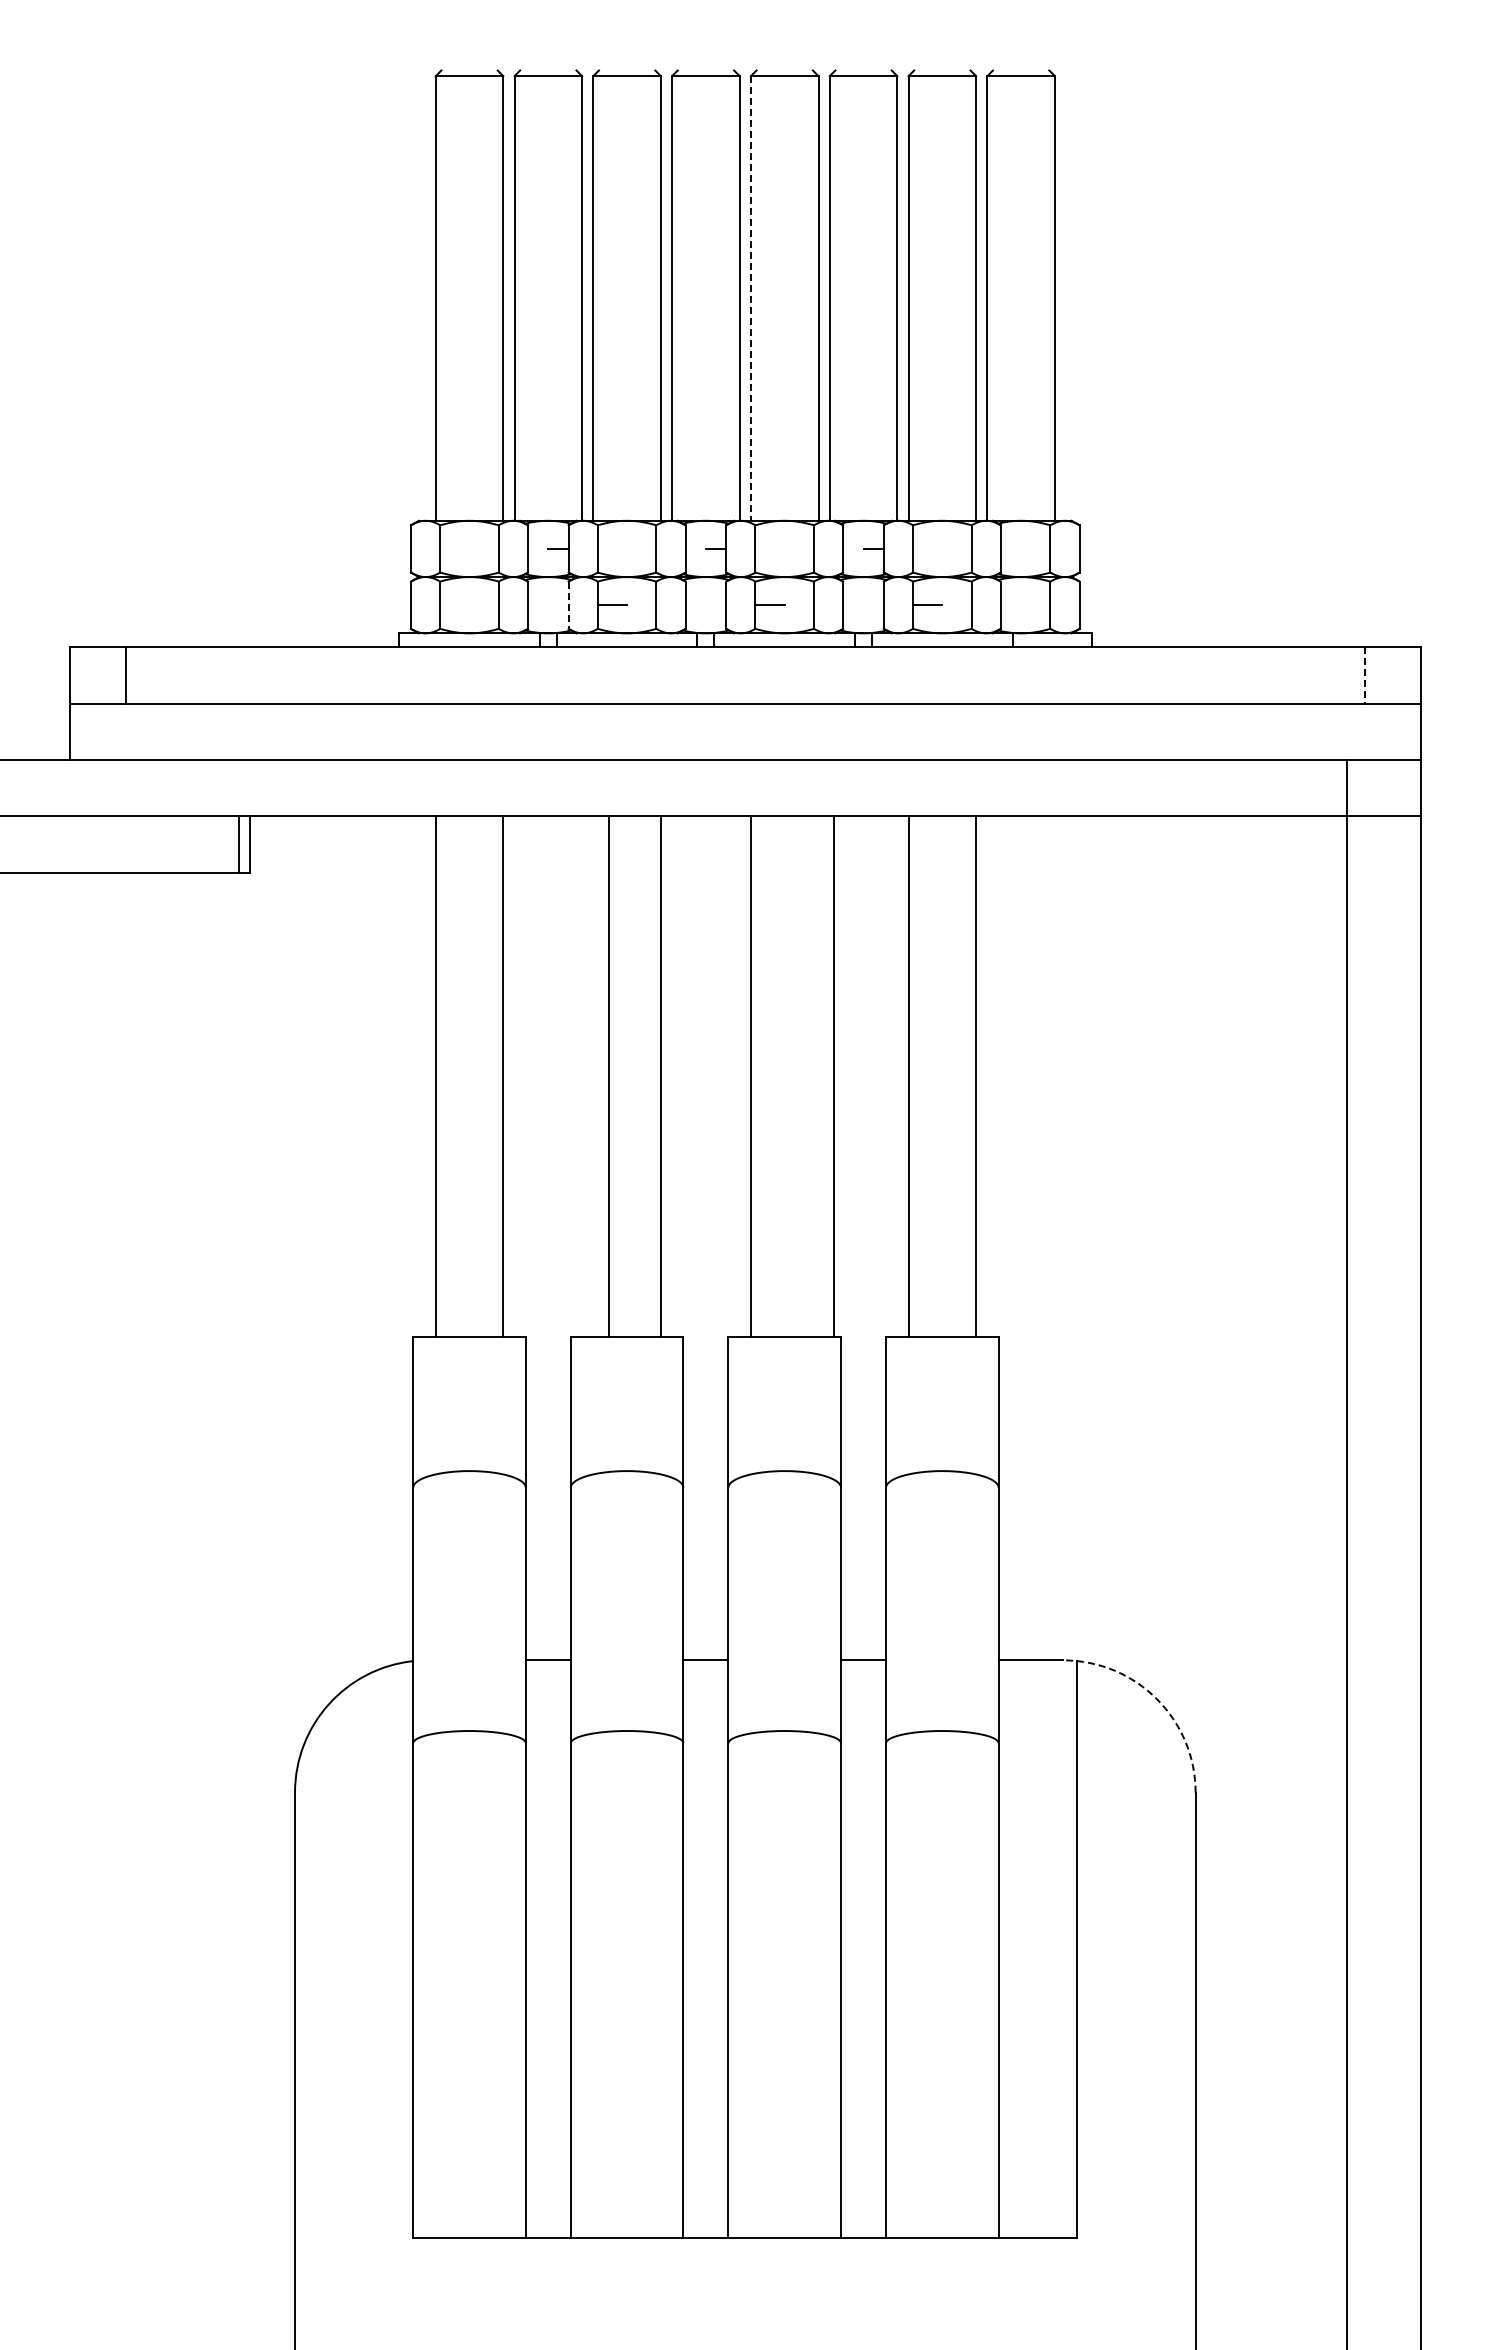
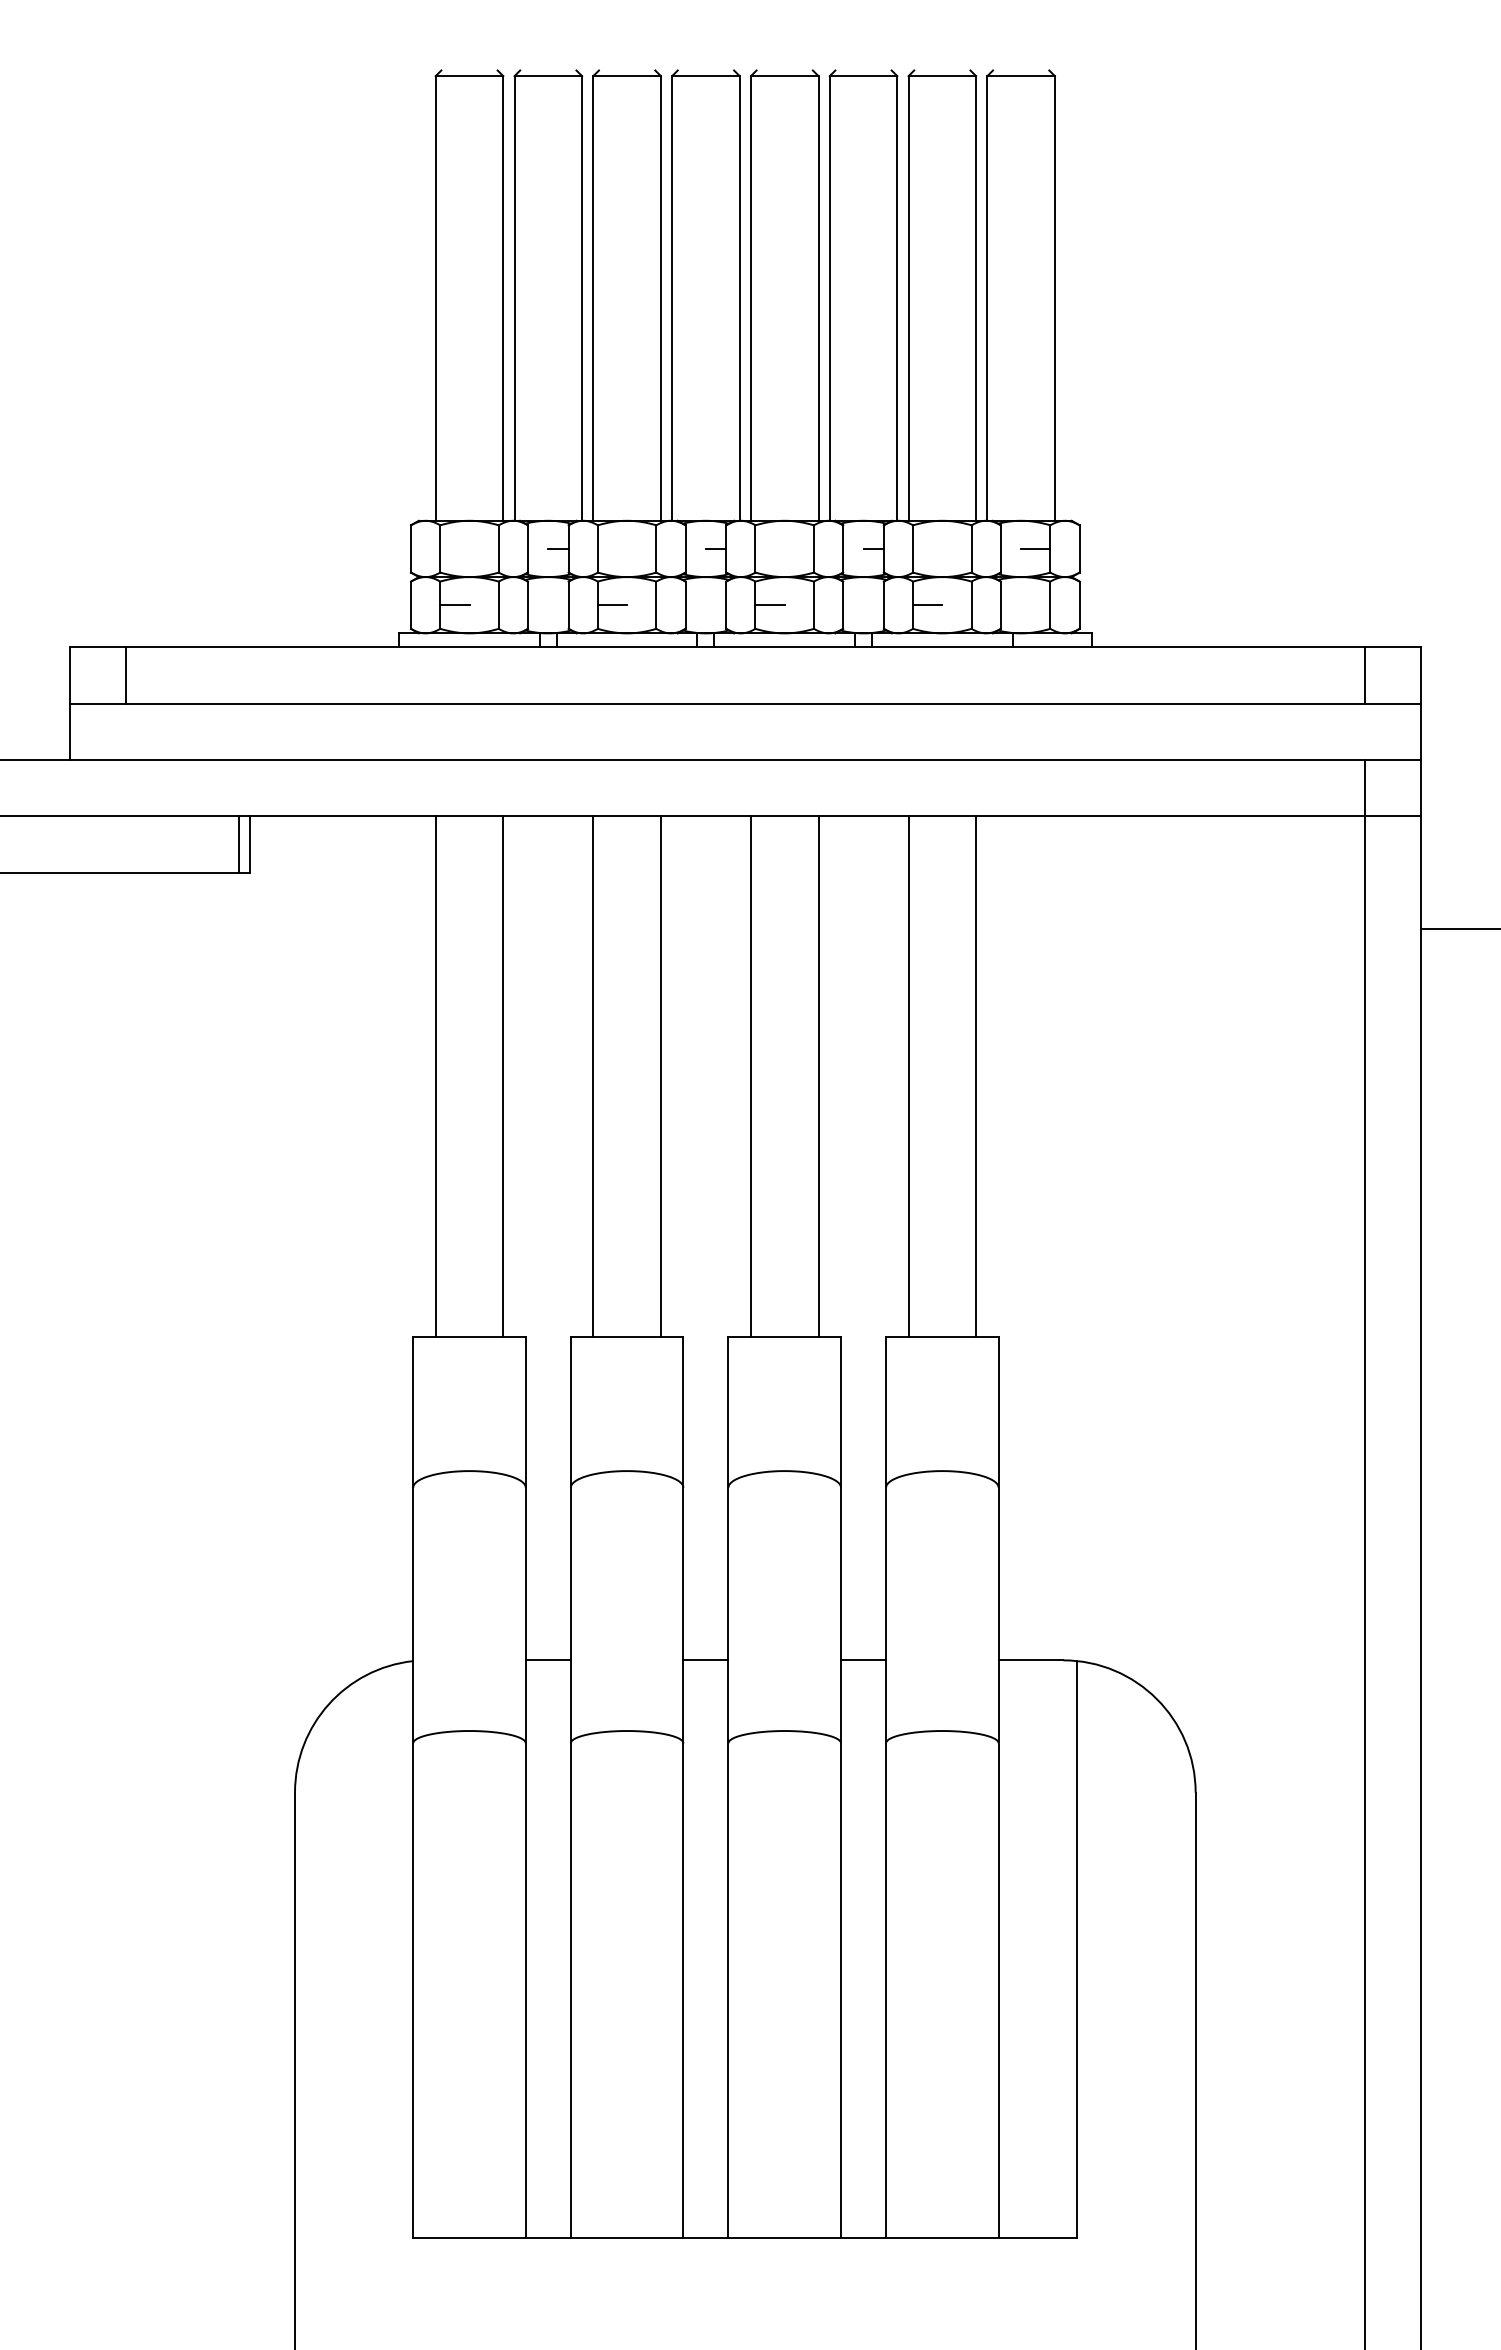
line at (750, 298): dashed -> solid
line at (1035, 548): none -> present
line at (454, 605): none -> present
line at (568, 605): dashed -> solid
line at (1364, 676): dashed -> solid
line at (1458, 928): none -> present
line at (609, 1076) position: (609, 1076) -> (593, 1076)
line at (833, 1076) position: (833, 1076) -> (818, 1076)
line at (1346, 1553) position: (1346, 1553) -> (1364, 1553)
arc at (1156, 1699): dashed -> solid
